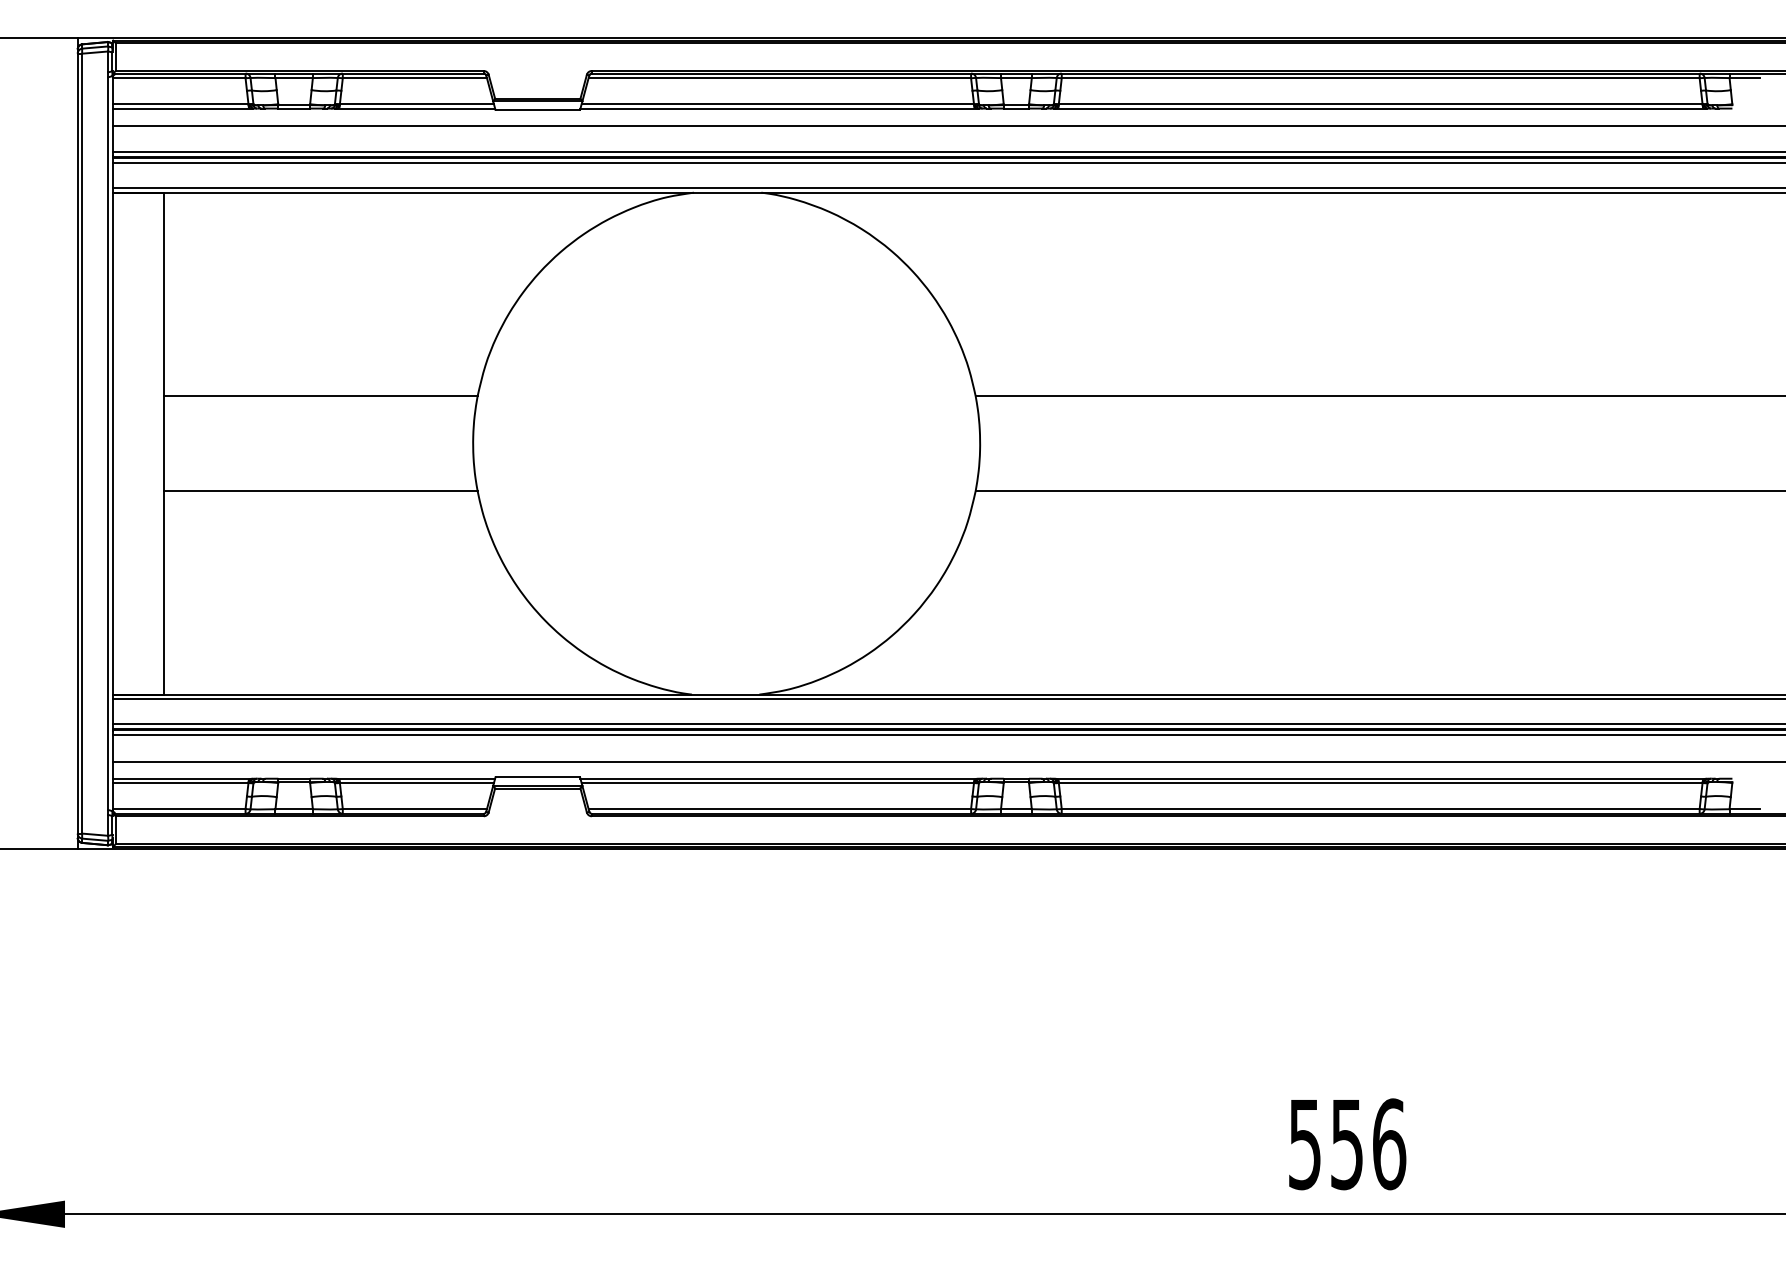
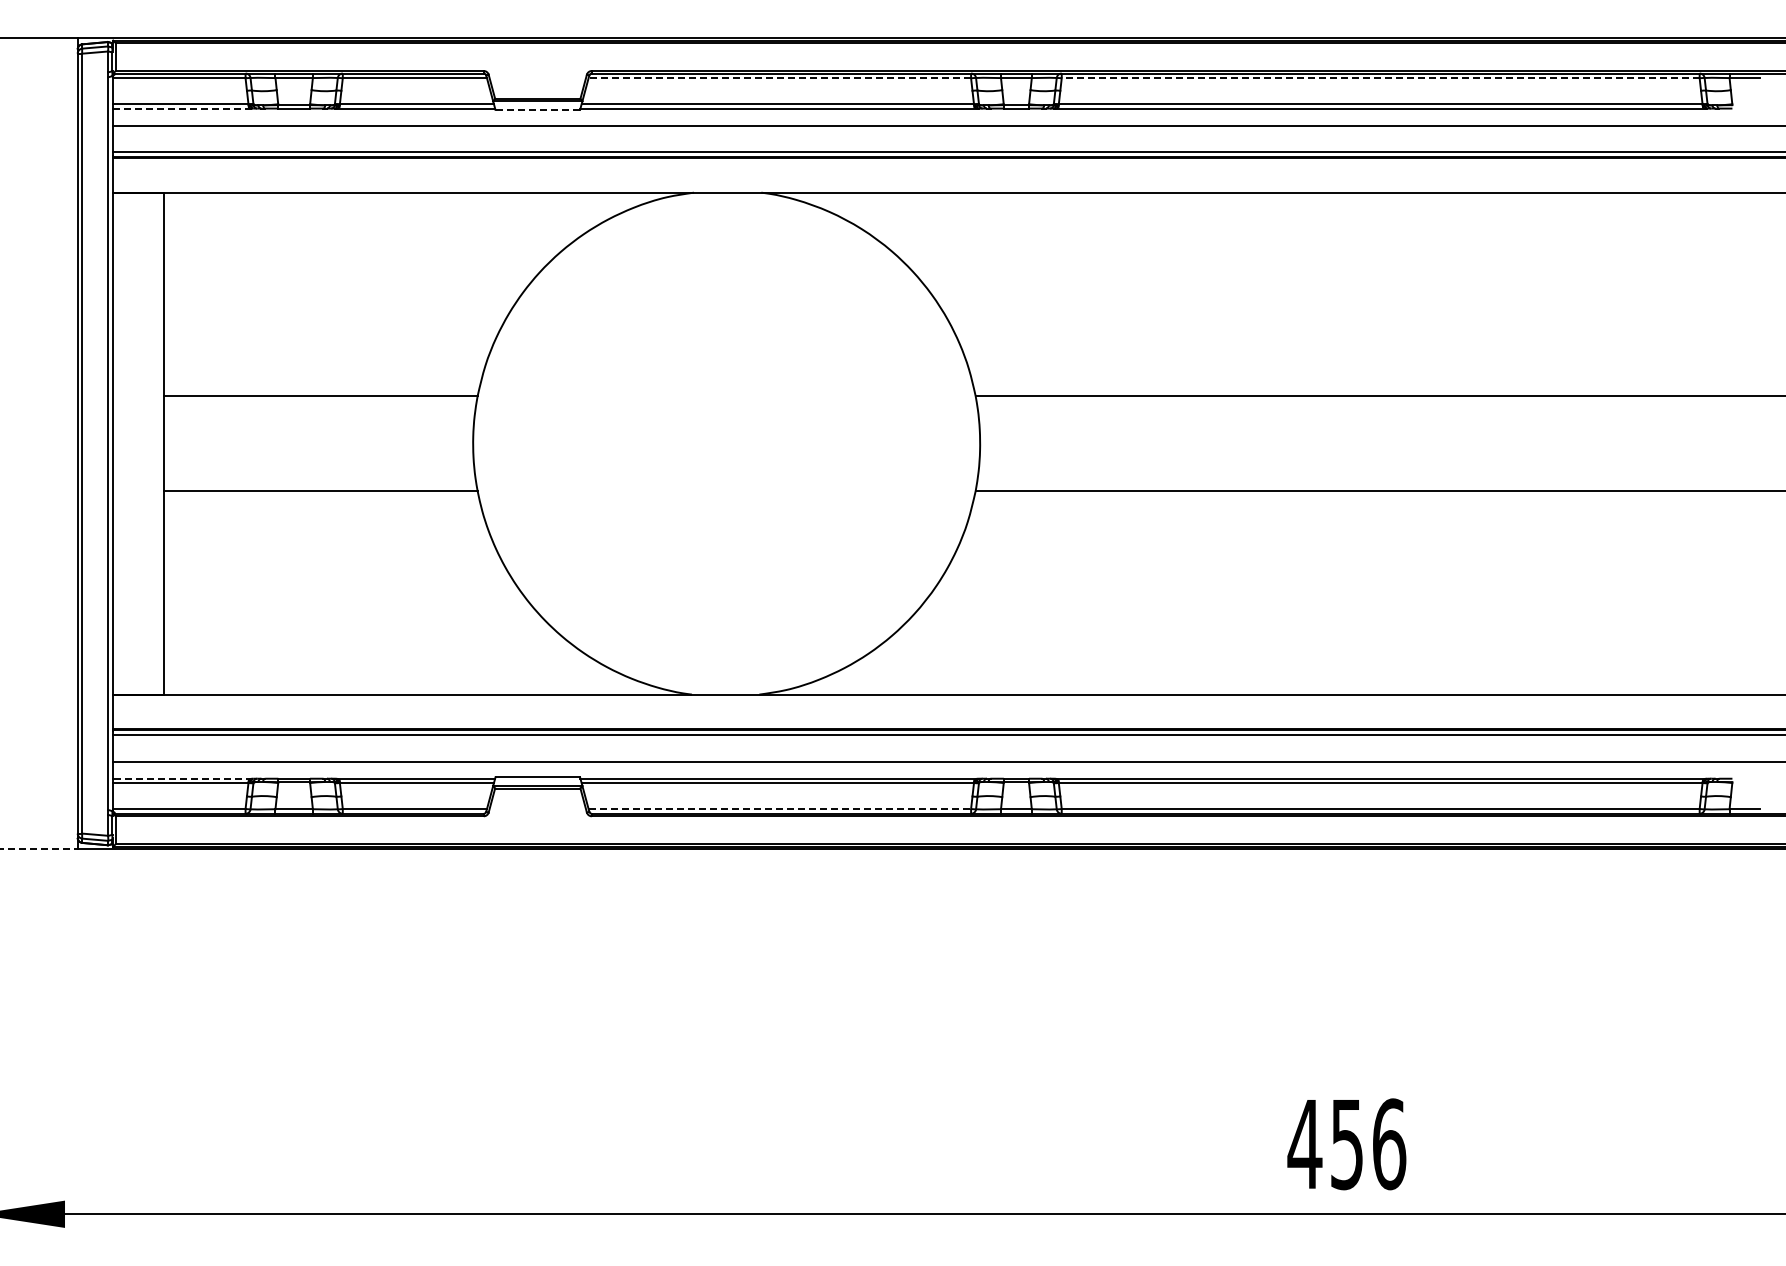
line at (779, 78): solid -> dashed
line at (1380, 78): solid -> dashed
line at (183, 108): solid -> dashed
line at (537, 109): solid -> dashed
line at (947, 163): present -> none
line at (947, 187): present -> none
line at (947, 699): present -> none
line at (947, 724): present -> none
line at (183, 778): solid -> dashed
line at (780, 809): solid -> dashed
line at (39, 849): solid -> dashed
text at (1304, 1145): 556 -> 456
